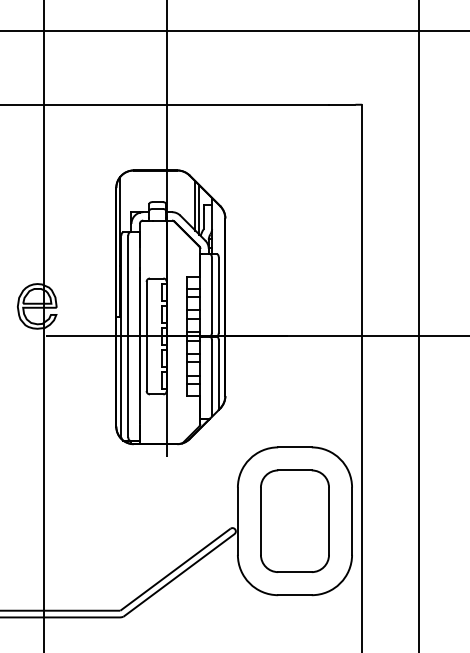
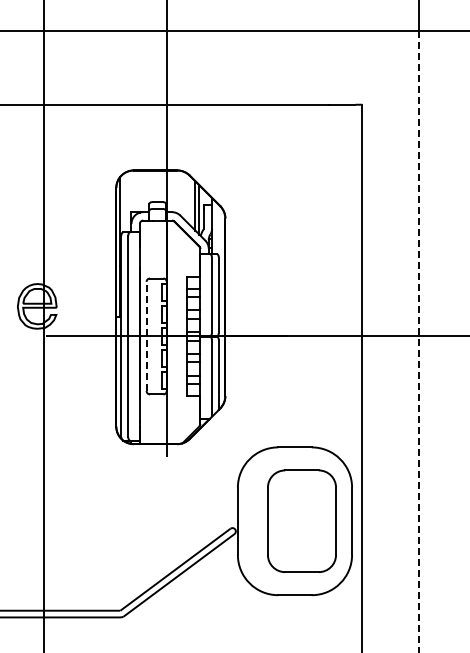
line at (146, 336): solid -> dashed
line at (419, 341): solid -> dashed
part at (294, 520) position: (294, 520) -> (301, 520)
